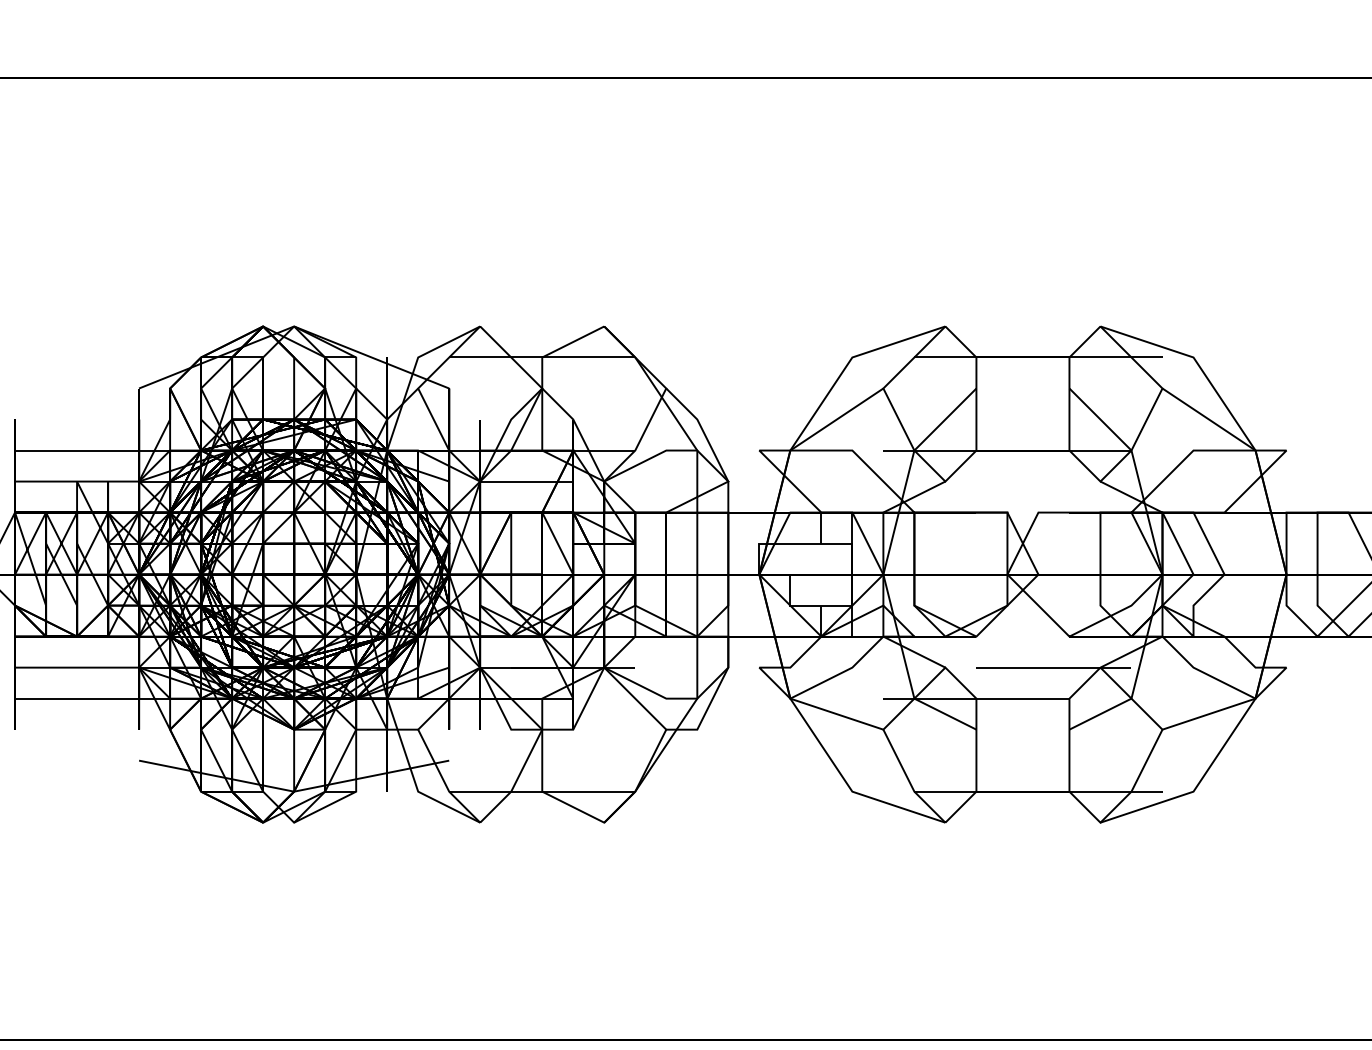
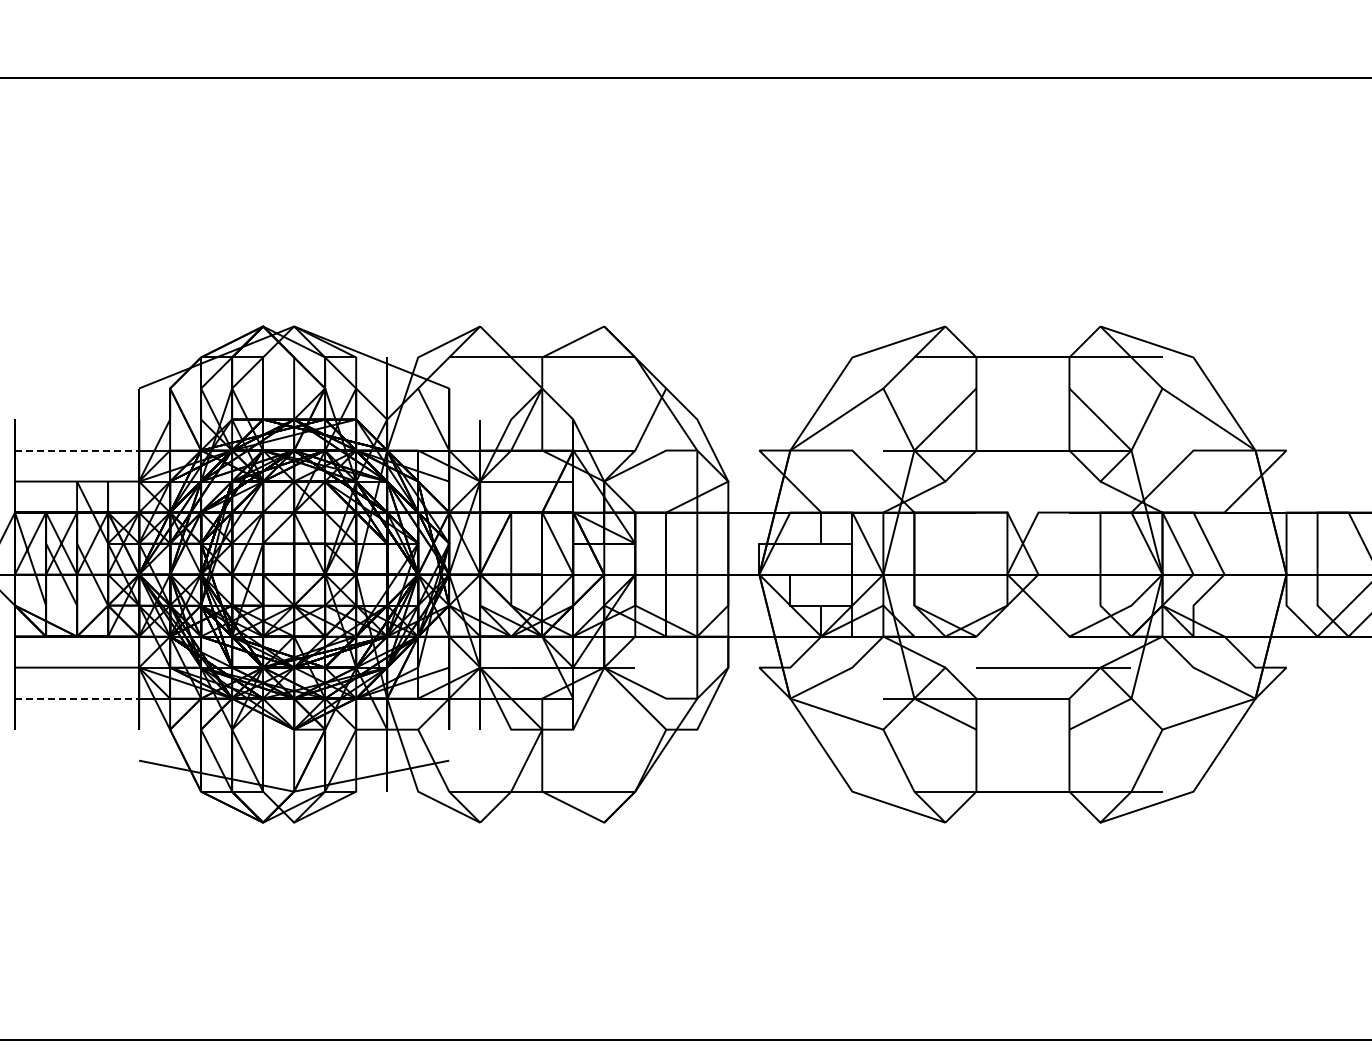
line at (77, 450): solid -> dashed
line at (77, 698): solid -> dashed
